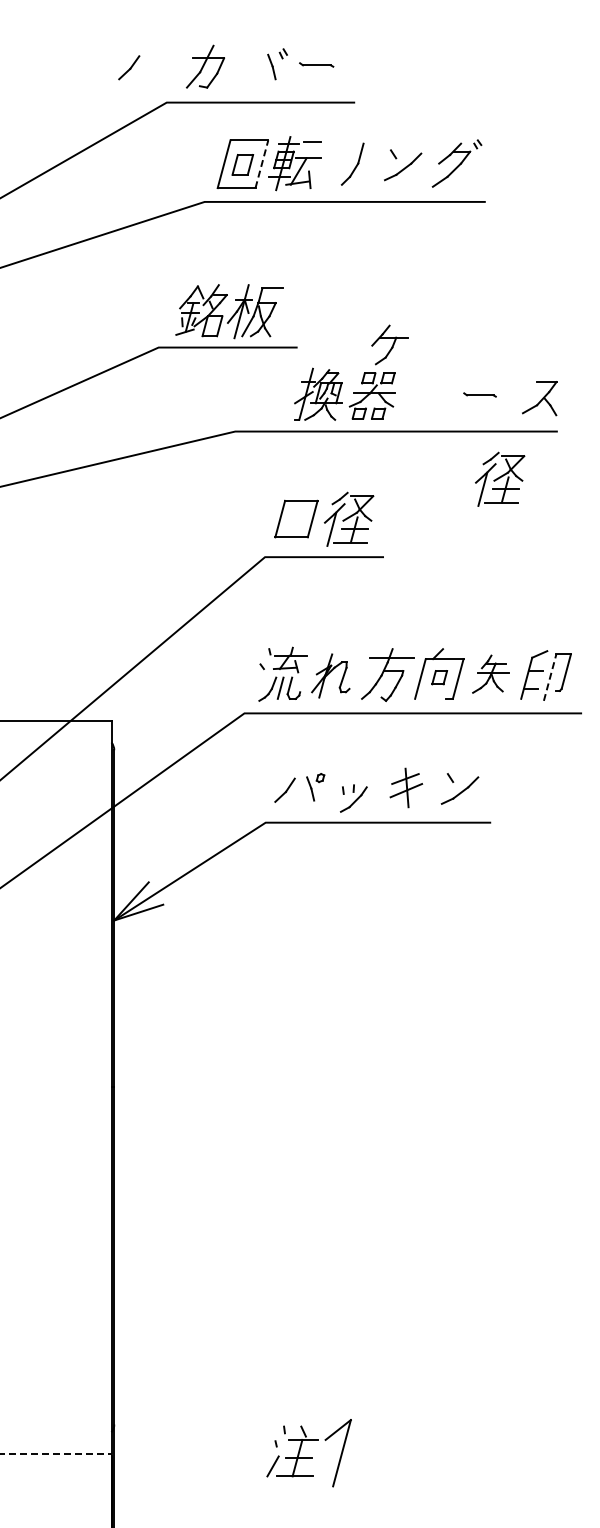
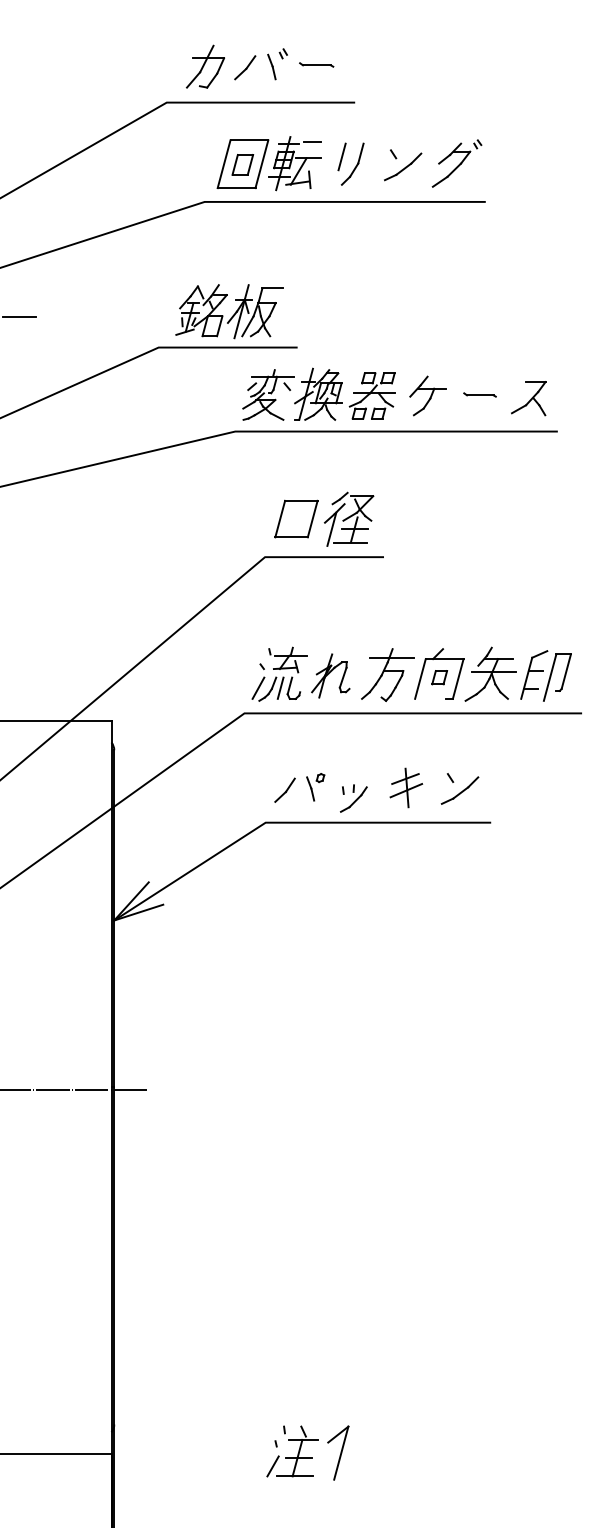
part at (129, 67) position: (129, 67) -> (245, 67)
line at (341, 156): none -> present
line at (261, 164): dashed -> solid
line at (19, 316): none -> present
part at (389, 344) position: (389, 344) -> (427, 395)
part at (268, 394): none -> present
part at (539, 398) position: (539, 398) -> (528, 398)
part at (500, 478): present -> none
part at (490, 673) size: 38x40 px -> 53x56 px
line at (550, 677): dashed -> solid
line at (258, 687): none -> present
line at (74, 1090): none -> present
line at (56, 1453): dashed -> solid
part at (337, 1453) size: 28x69 px -> 23x56 px
